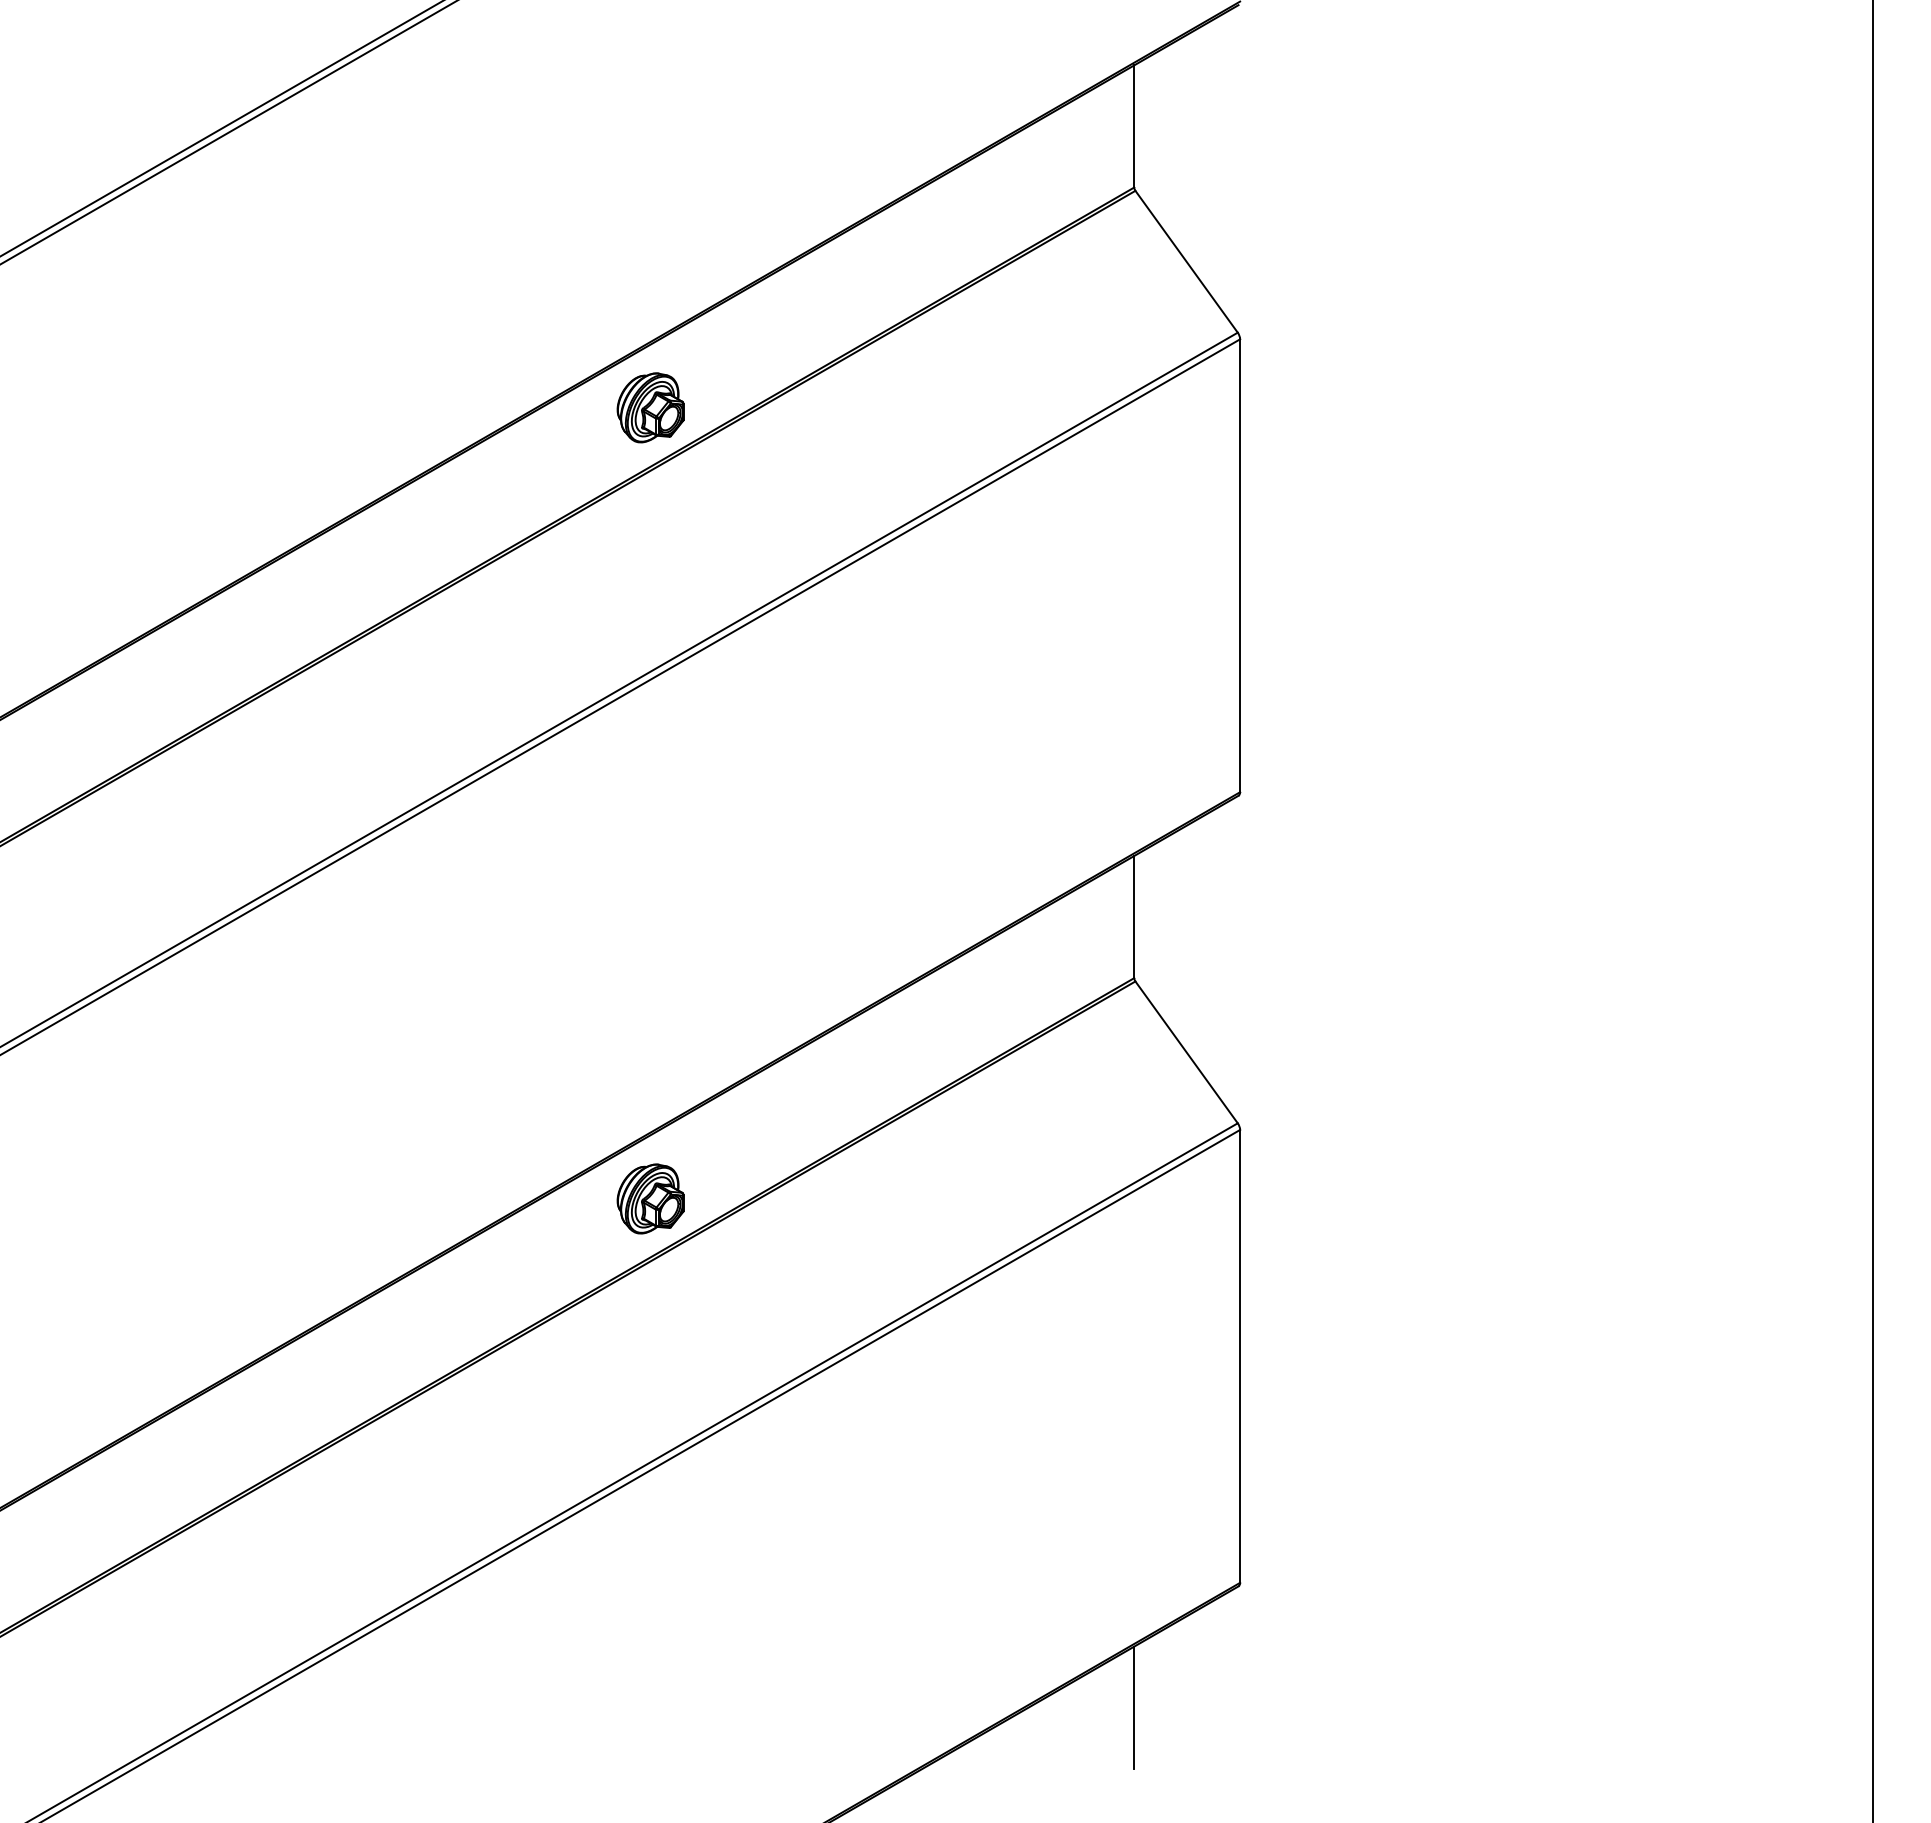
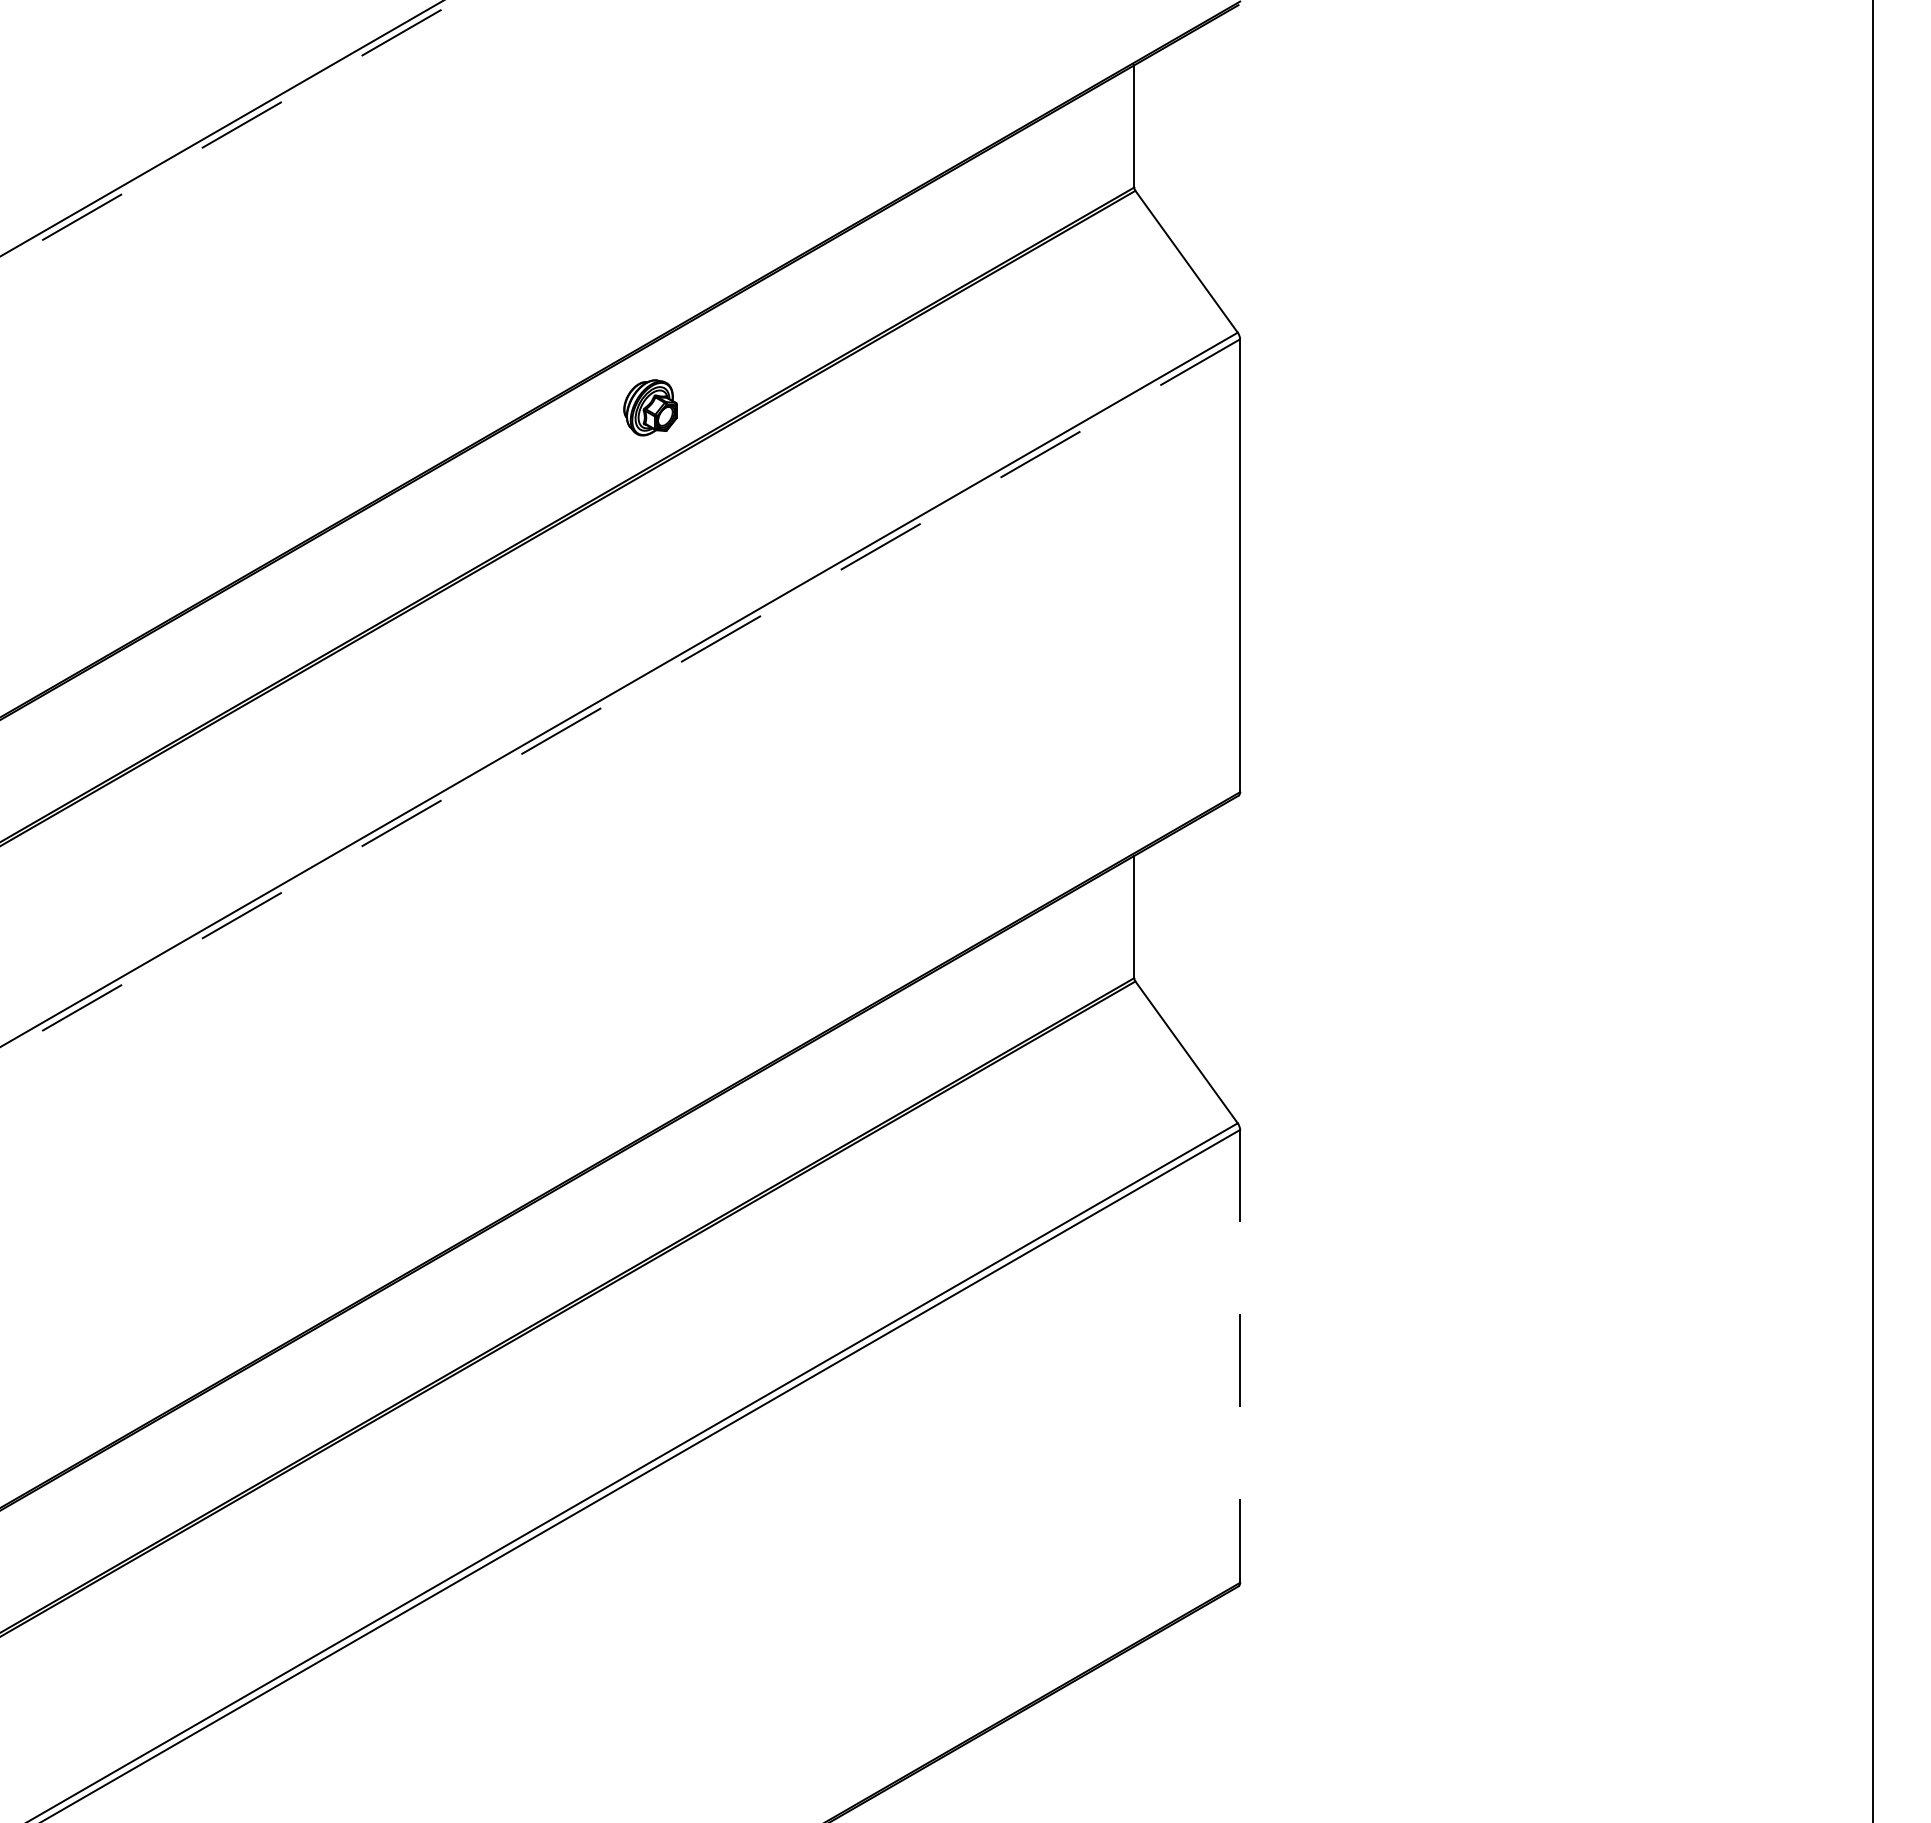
line at (228, 132): solid -> dashed
part at (650, 407) size: 69x72 px -> 55x58 px
line at (620, 697): solid -> dashed
part at (650, 1198): present -> none
line at (1240, 1356): solid -> dashed
line at (1134, 1707): present -> none
